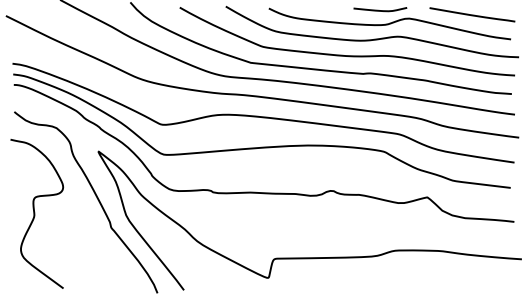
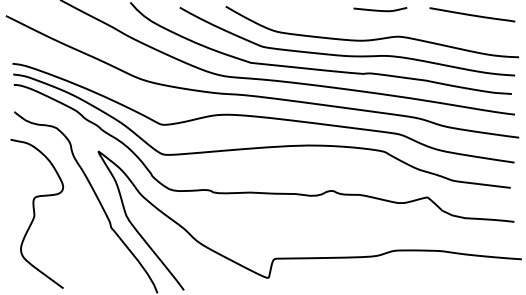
curve at (389, 23): present -> none
